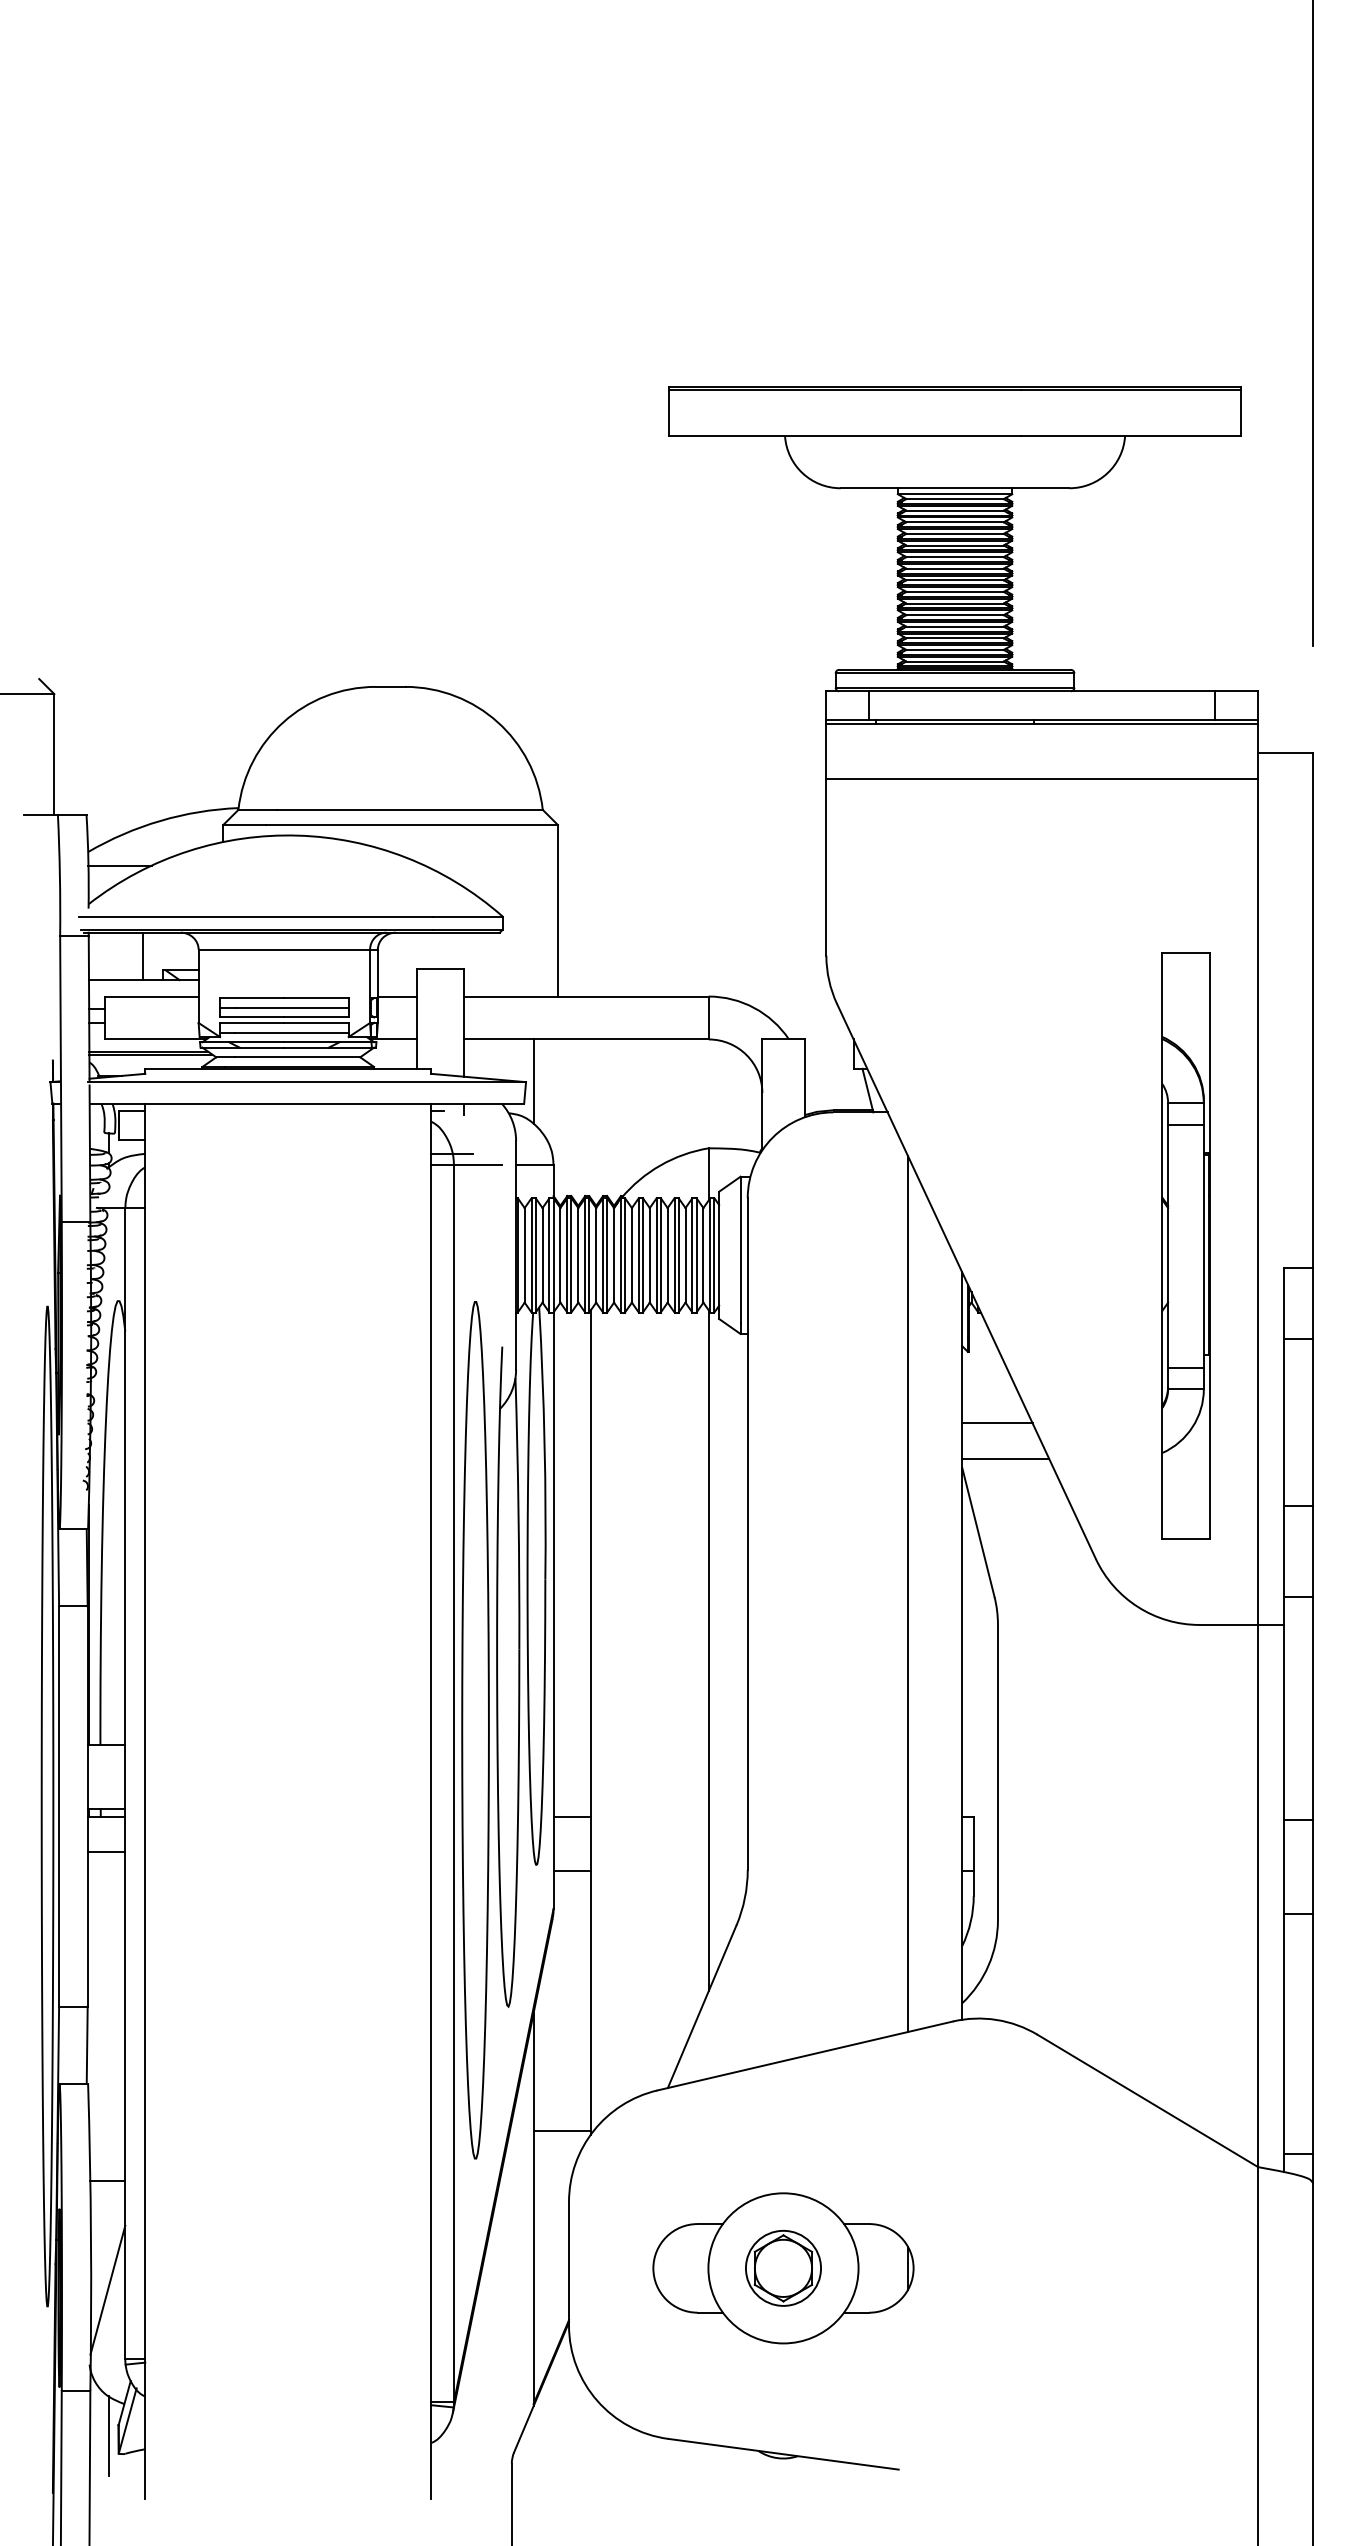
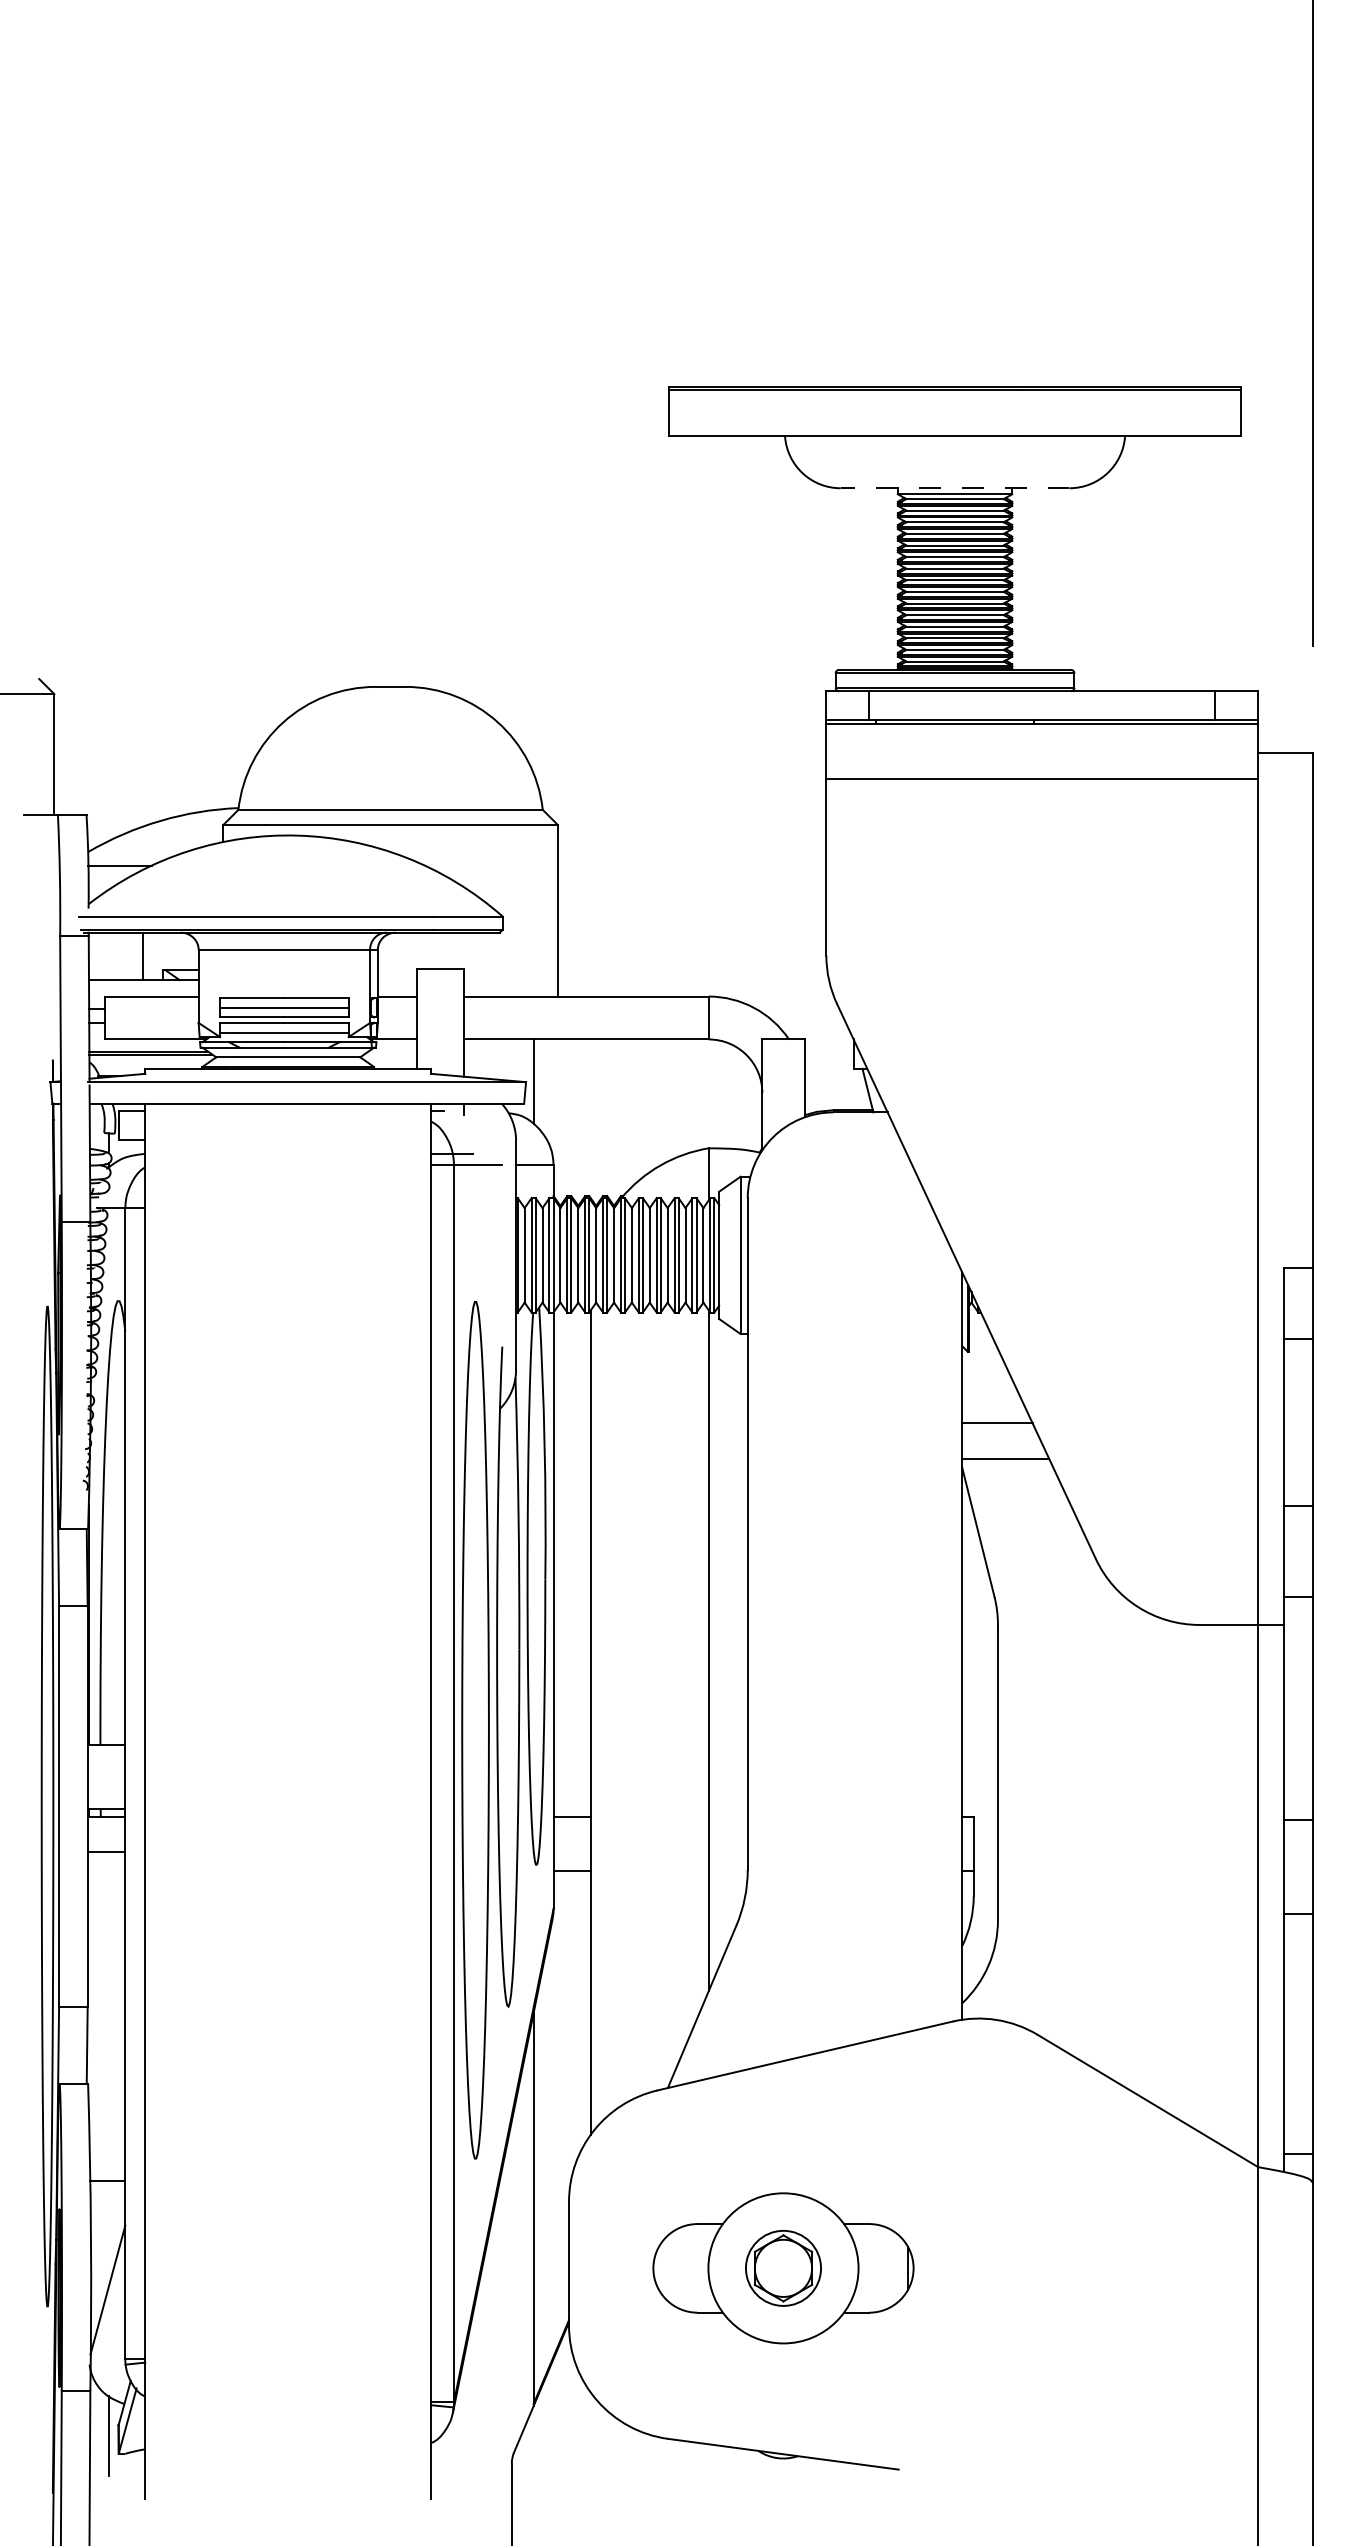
line at (954, 488): solid -> dashed
part at (1185, 1245): present -> none
line at (907, 1593): present -> none
line at (561, 2131): present -> none
